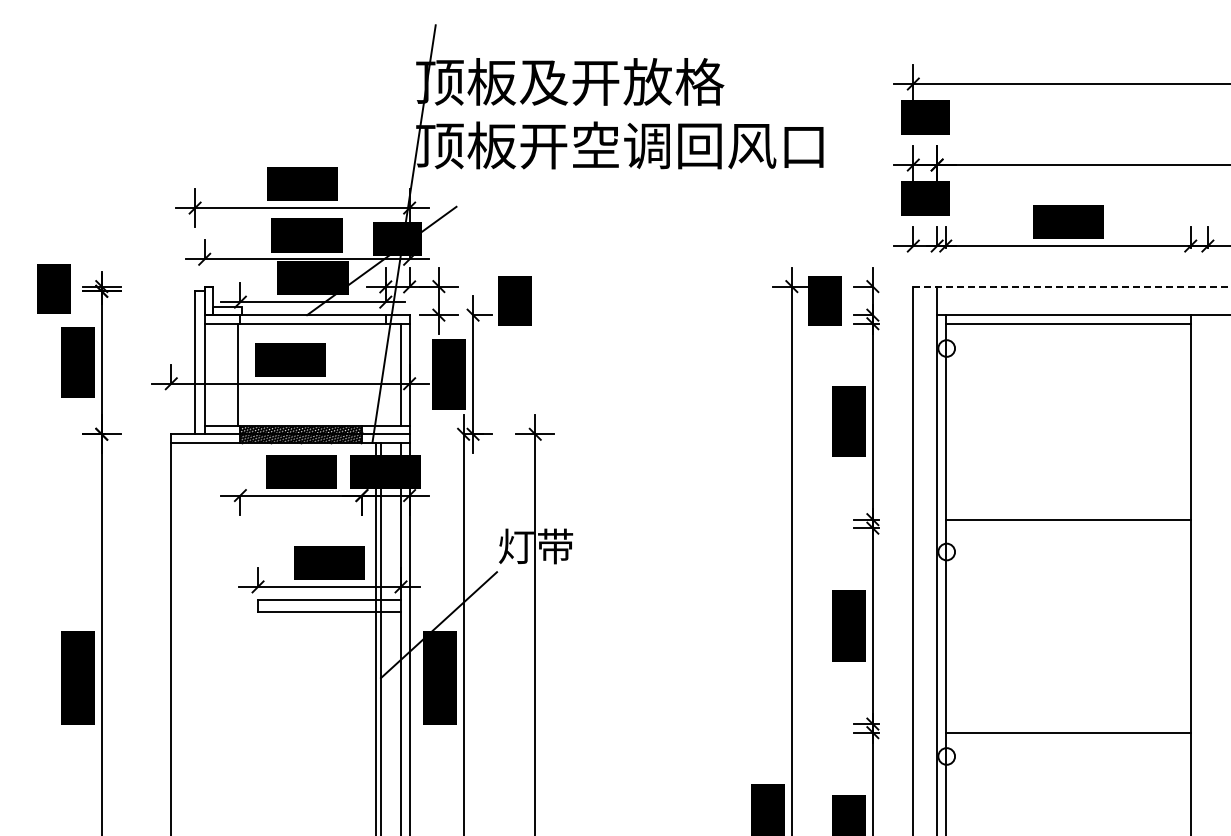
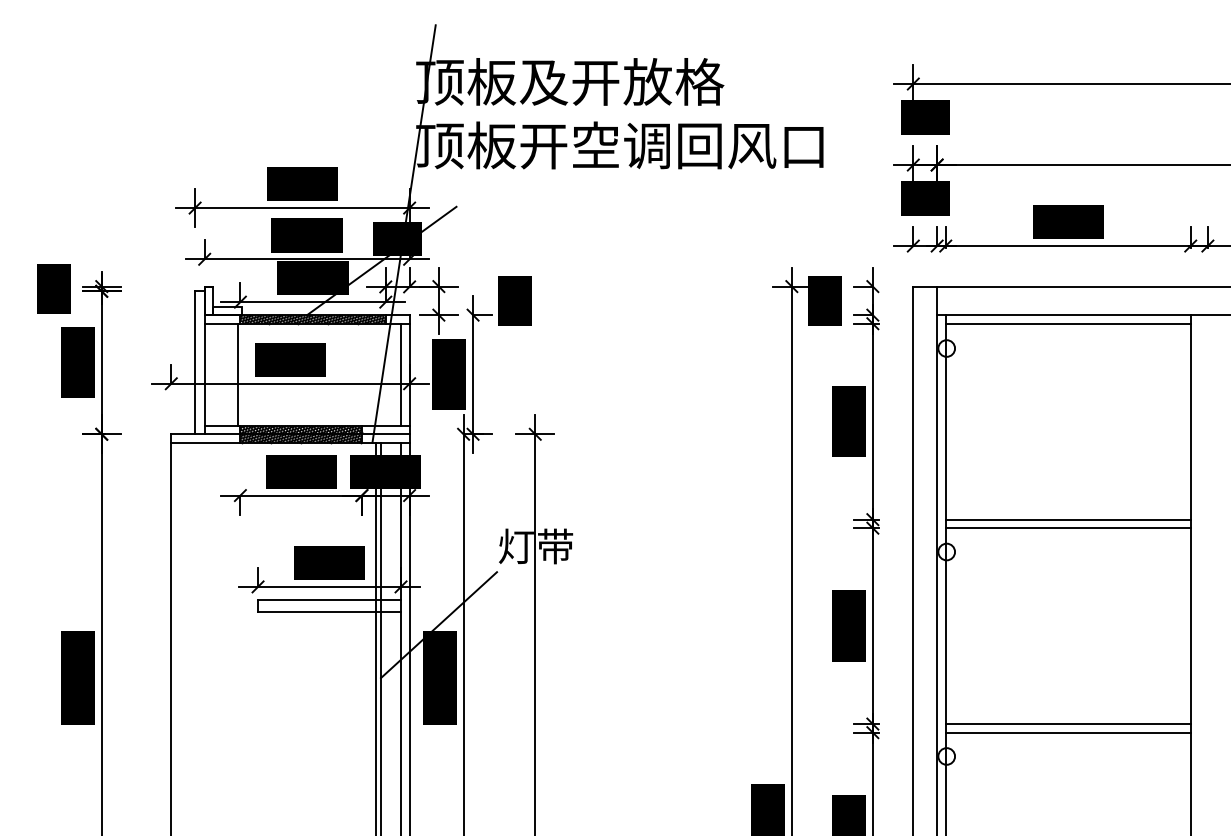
line at (1072, 286): dashed -> solid
hatch at (312, 319): none -> present
line at (1067, 528): none -> present
line at (1067, 724): none -> present
